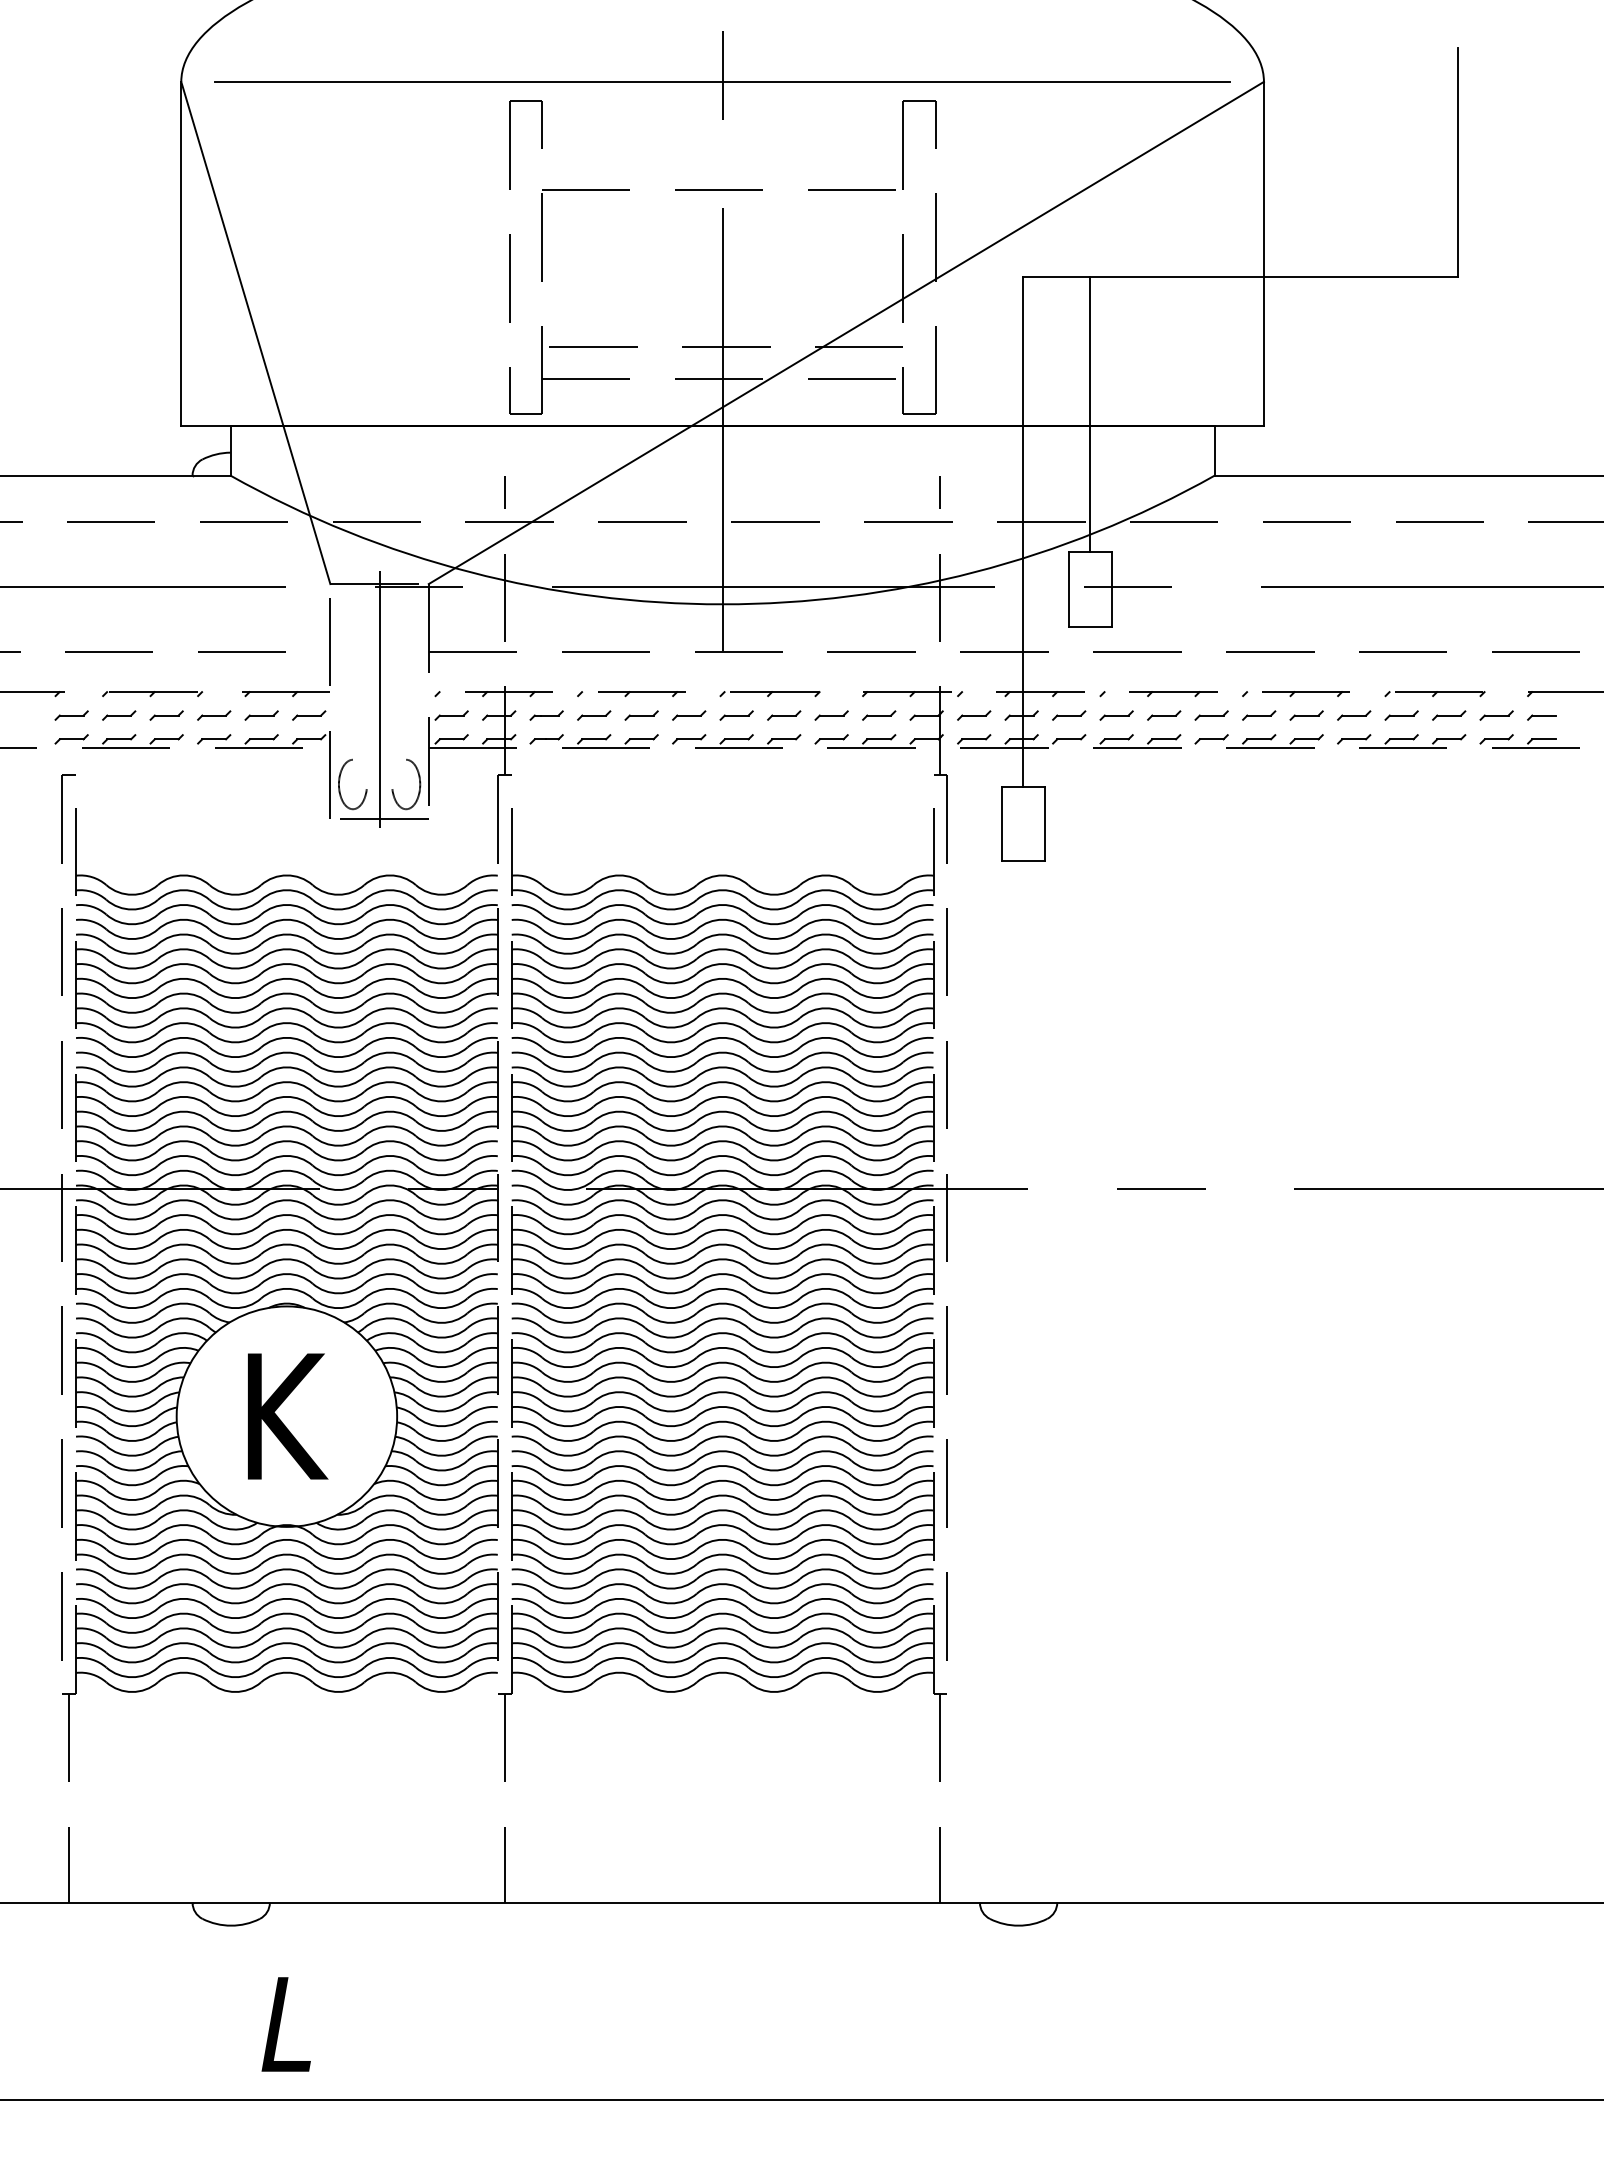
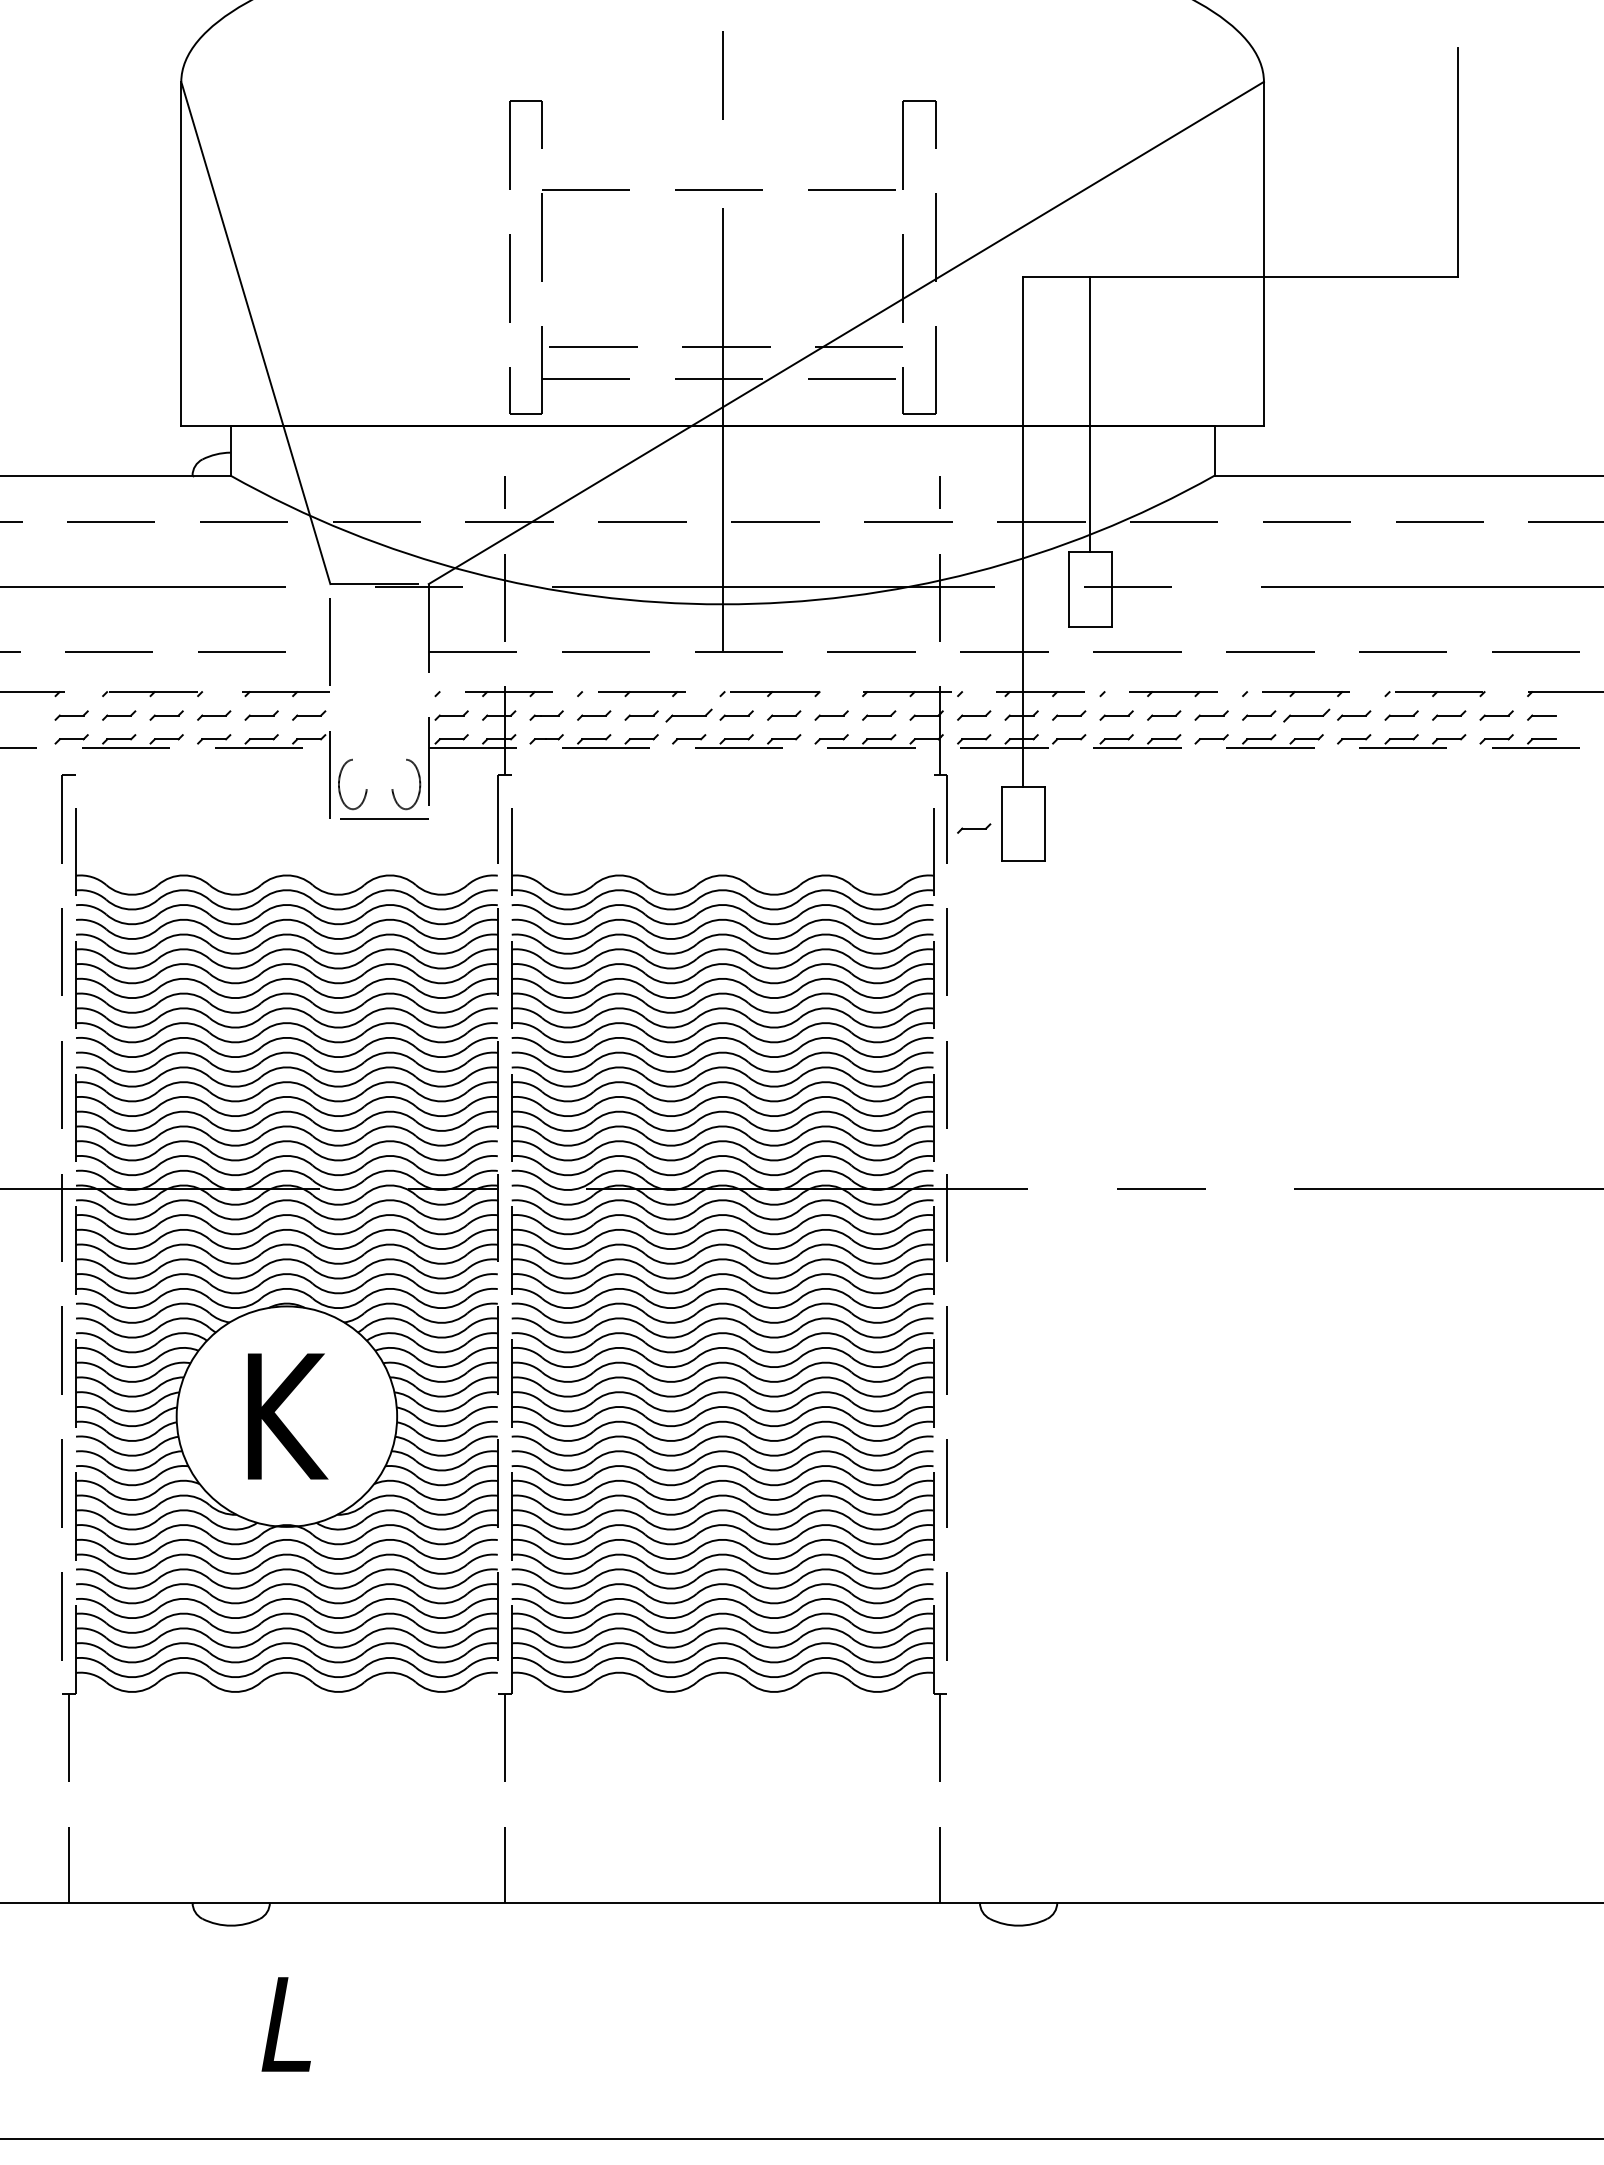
line at (722, 81): present -> none
line at (379, 699): present -> none
part at (689, 715) size: 35x11 px -> 48x15 px
part at (1306, 715) size: 35x11 px -> 48x15 px
part at (974, 828): none -> present
line at (801, 2100) position: (801, 2100) -> (801, 2139)
